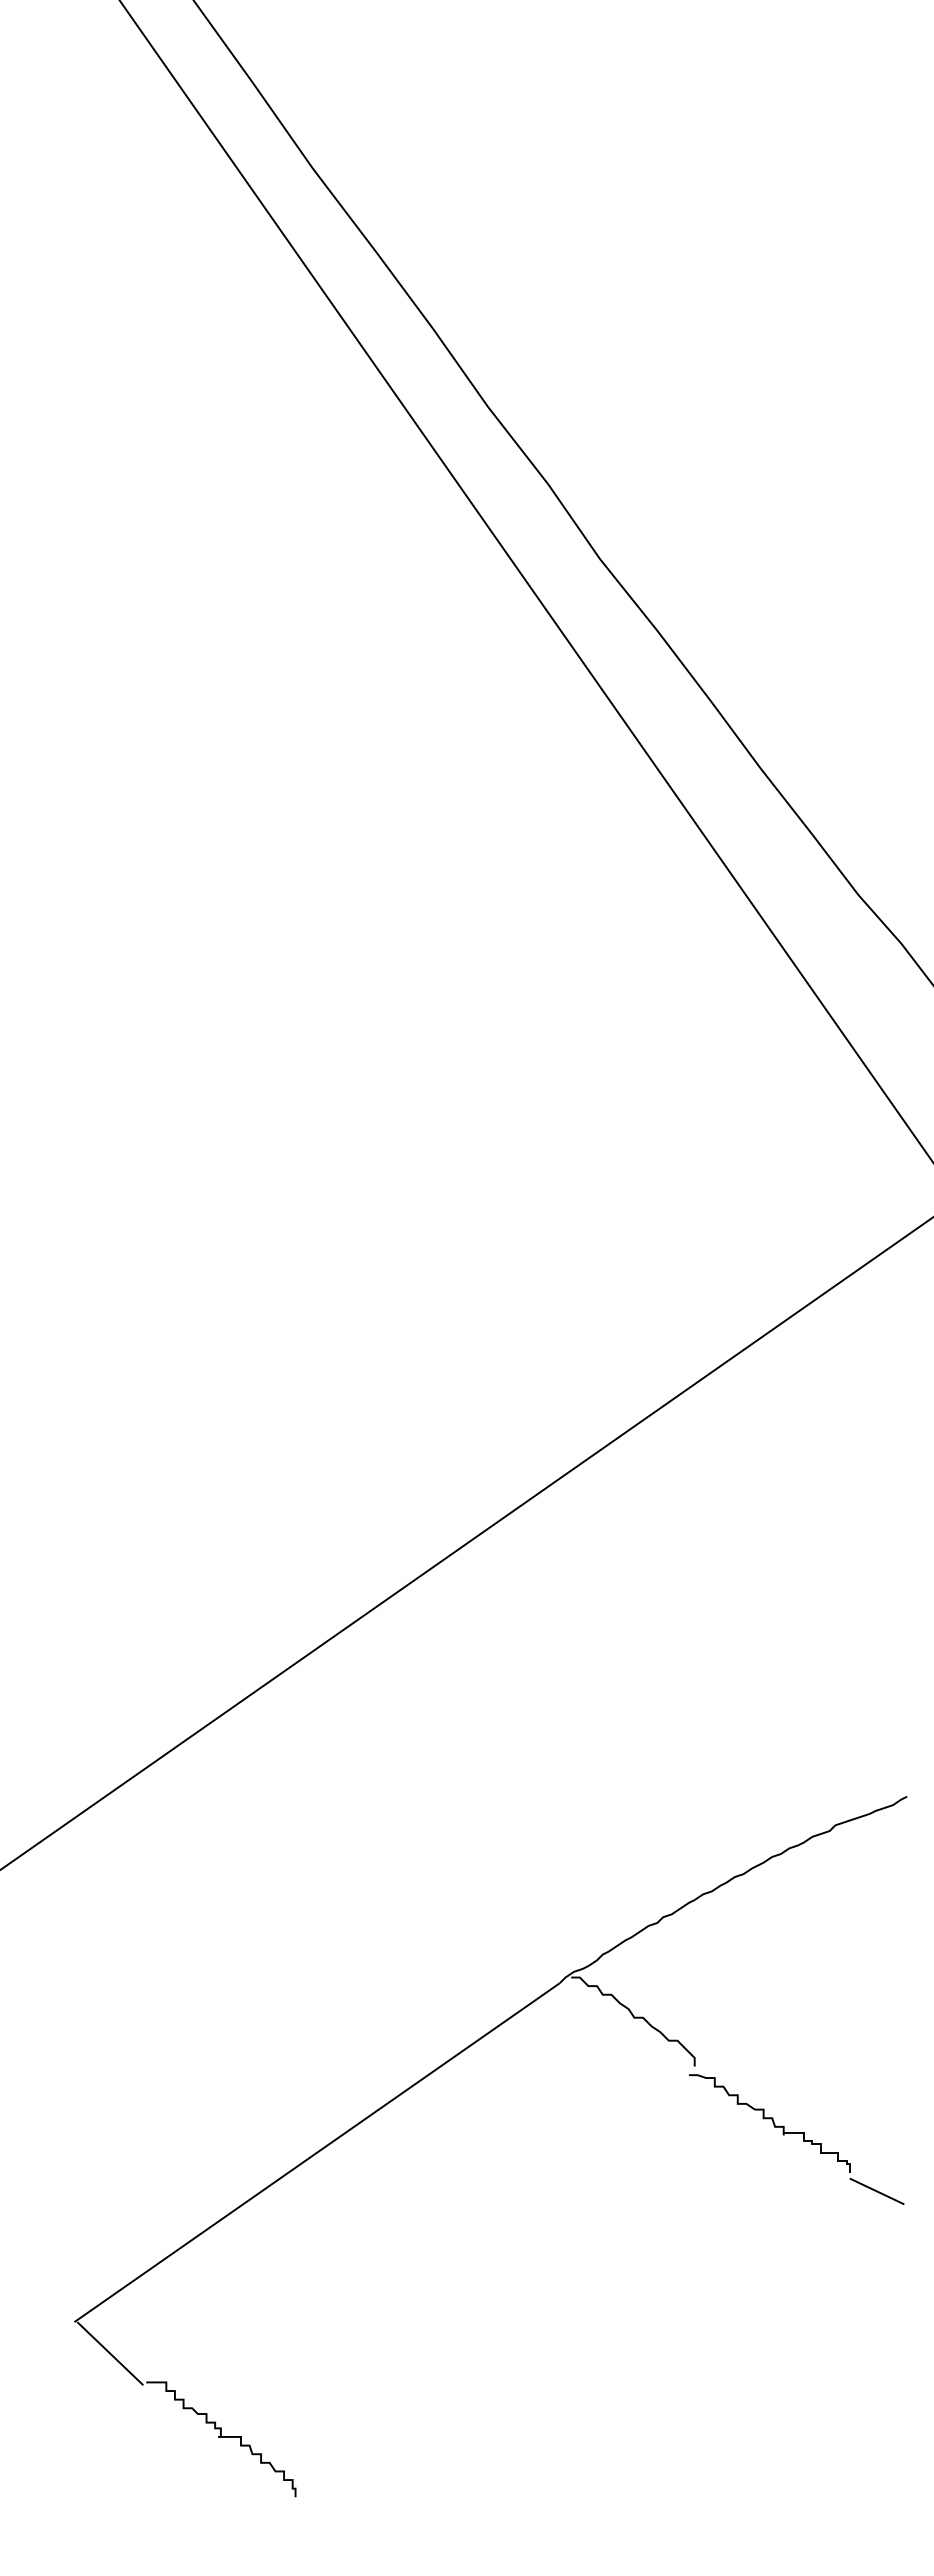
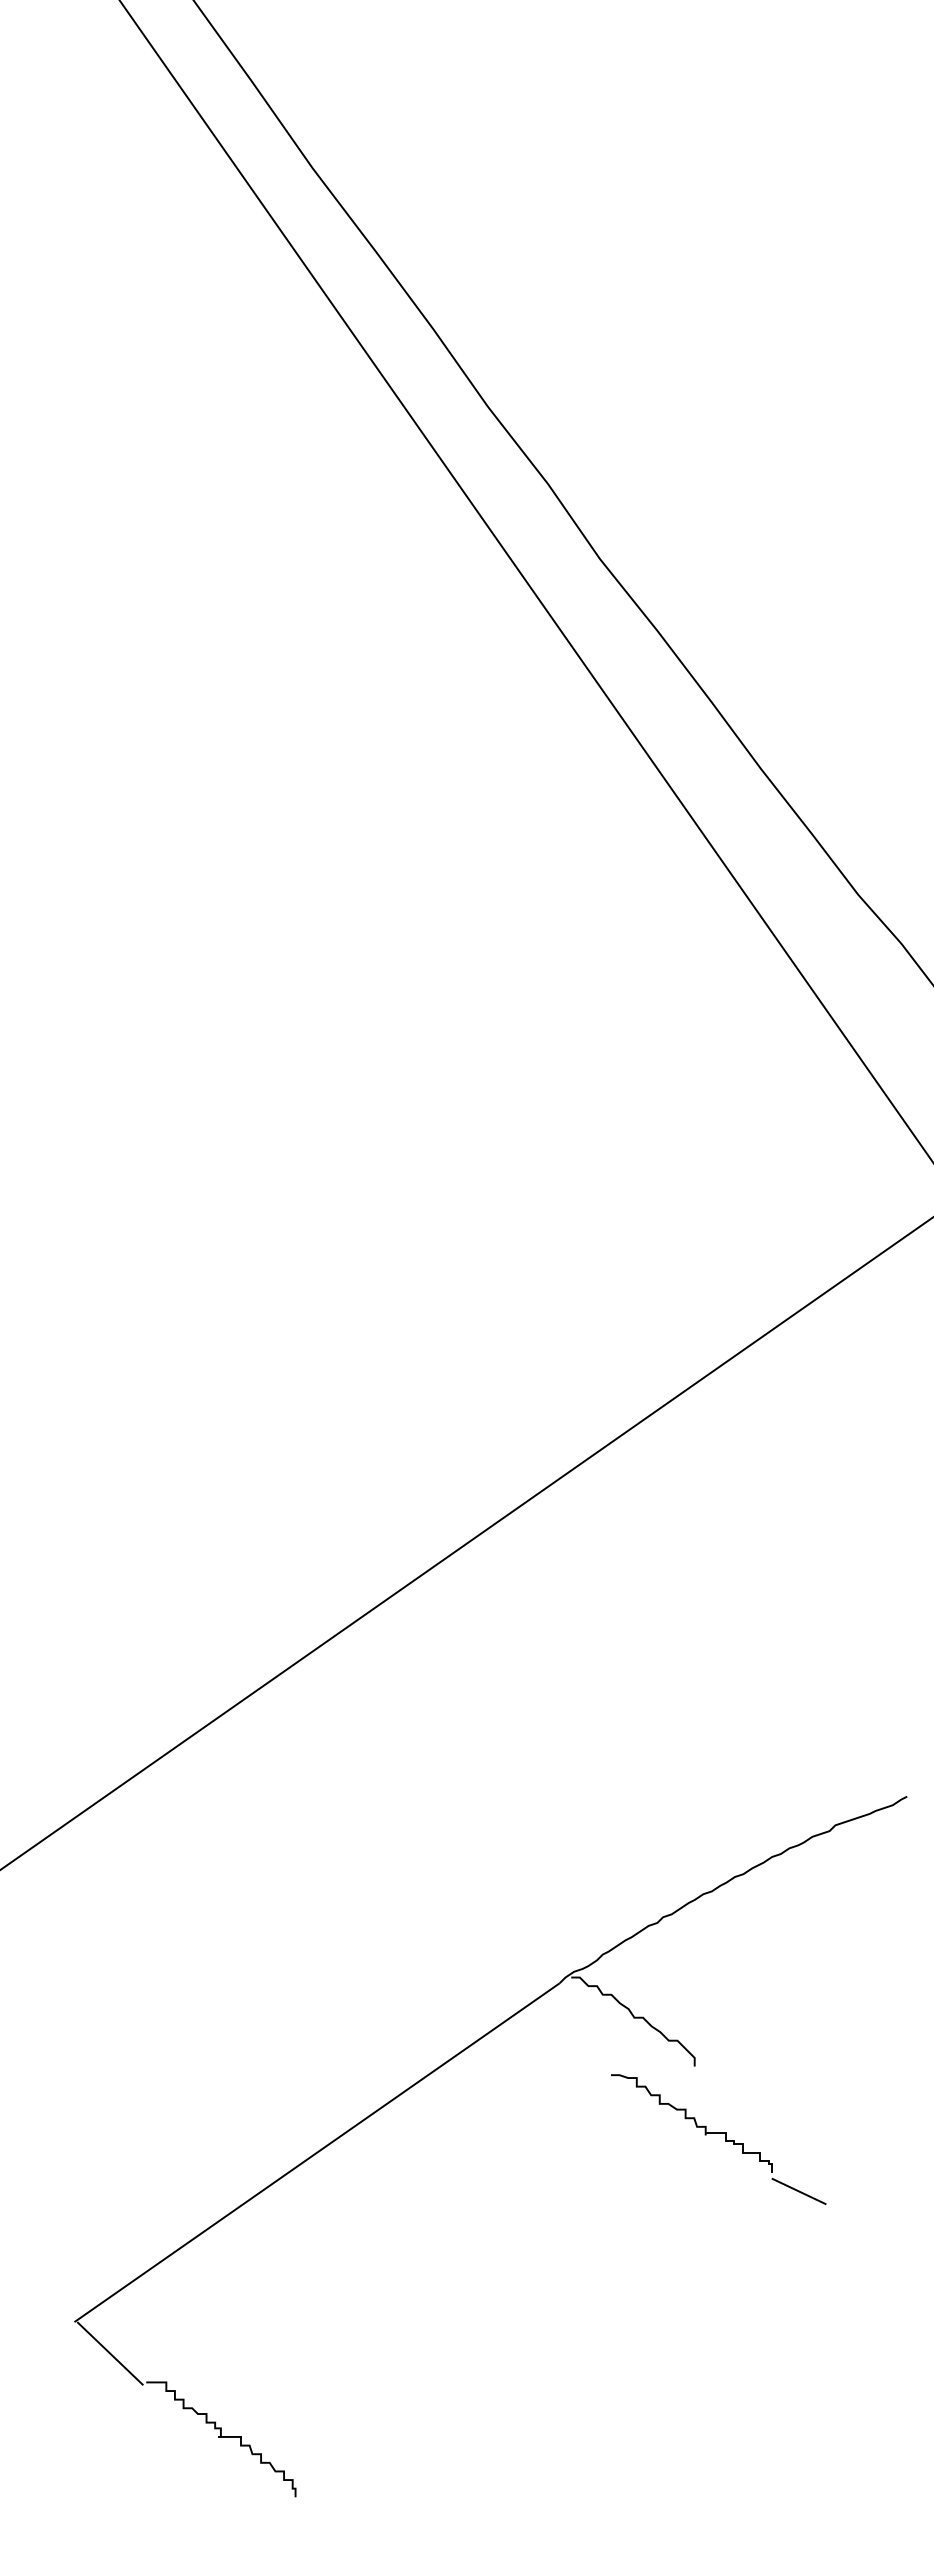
part at (796, 2139) position: (796, 2139) -> (718, 2139)
